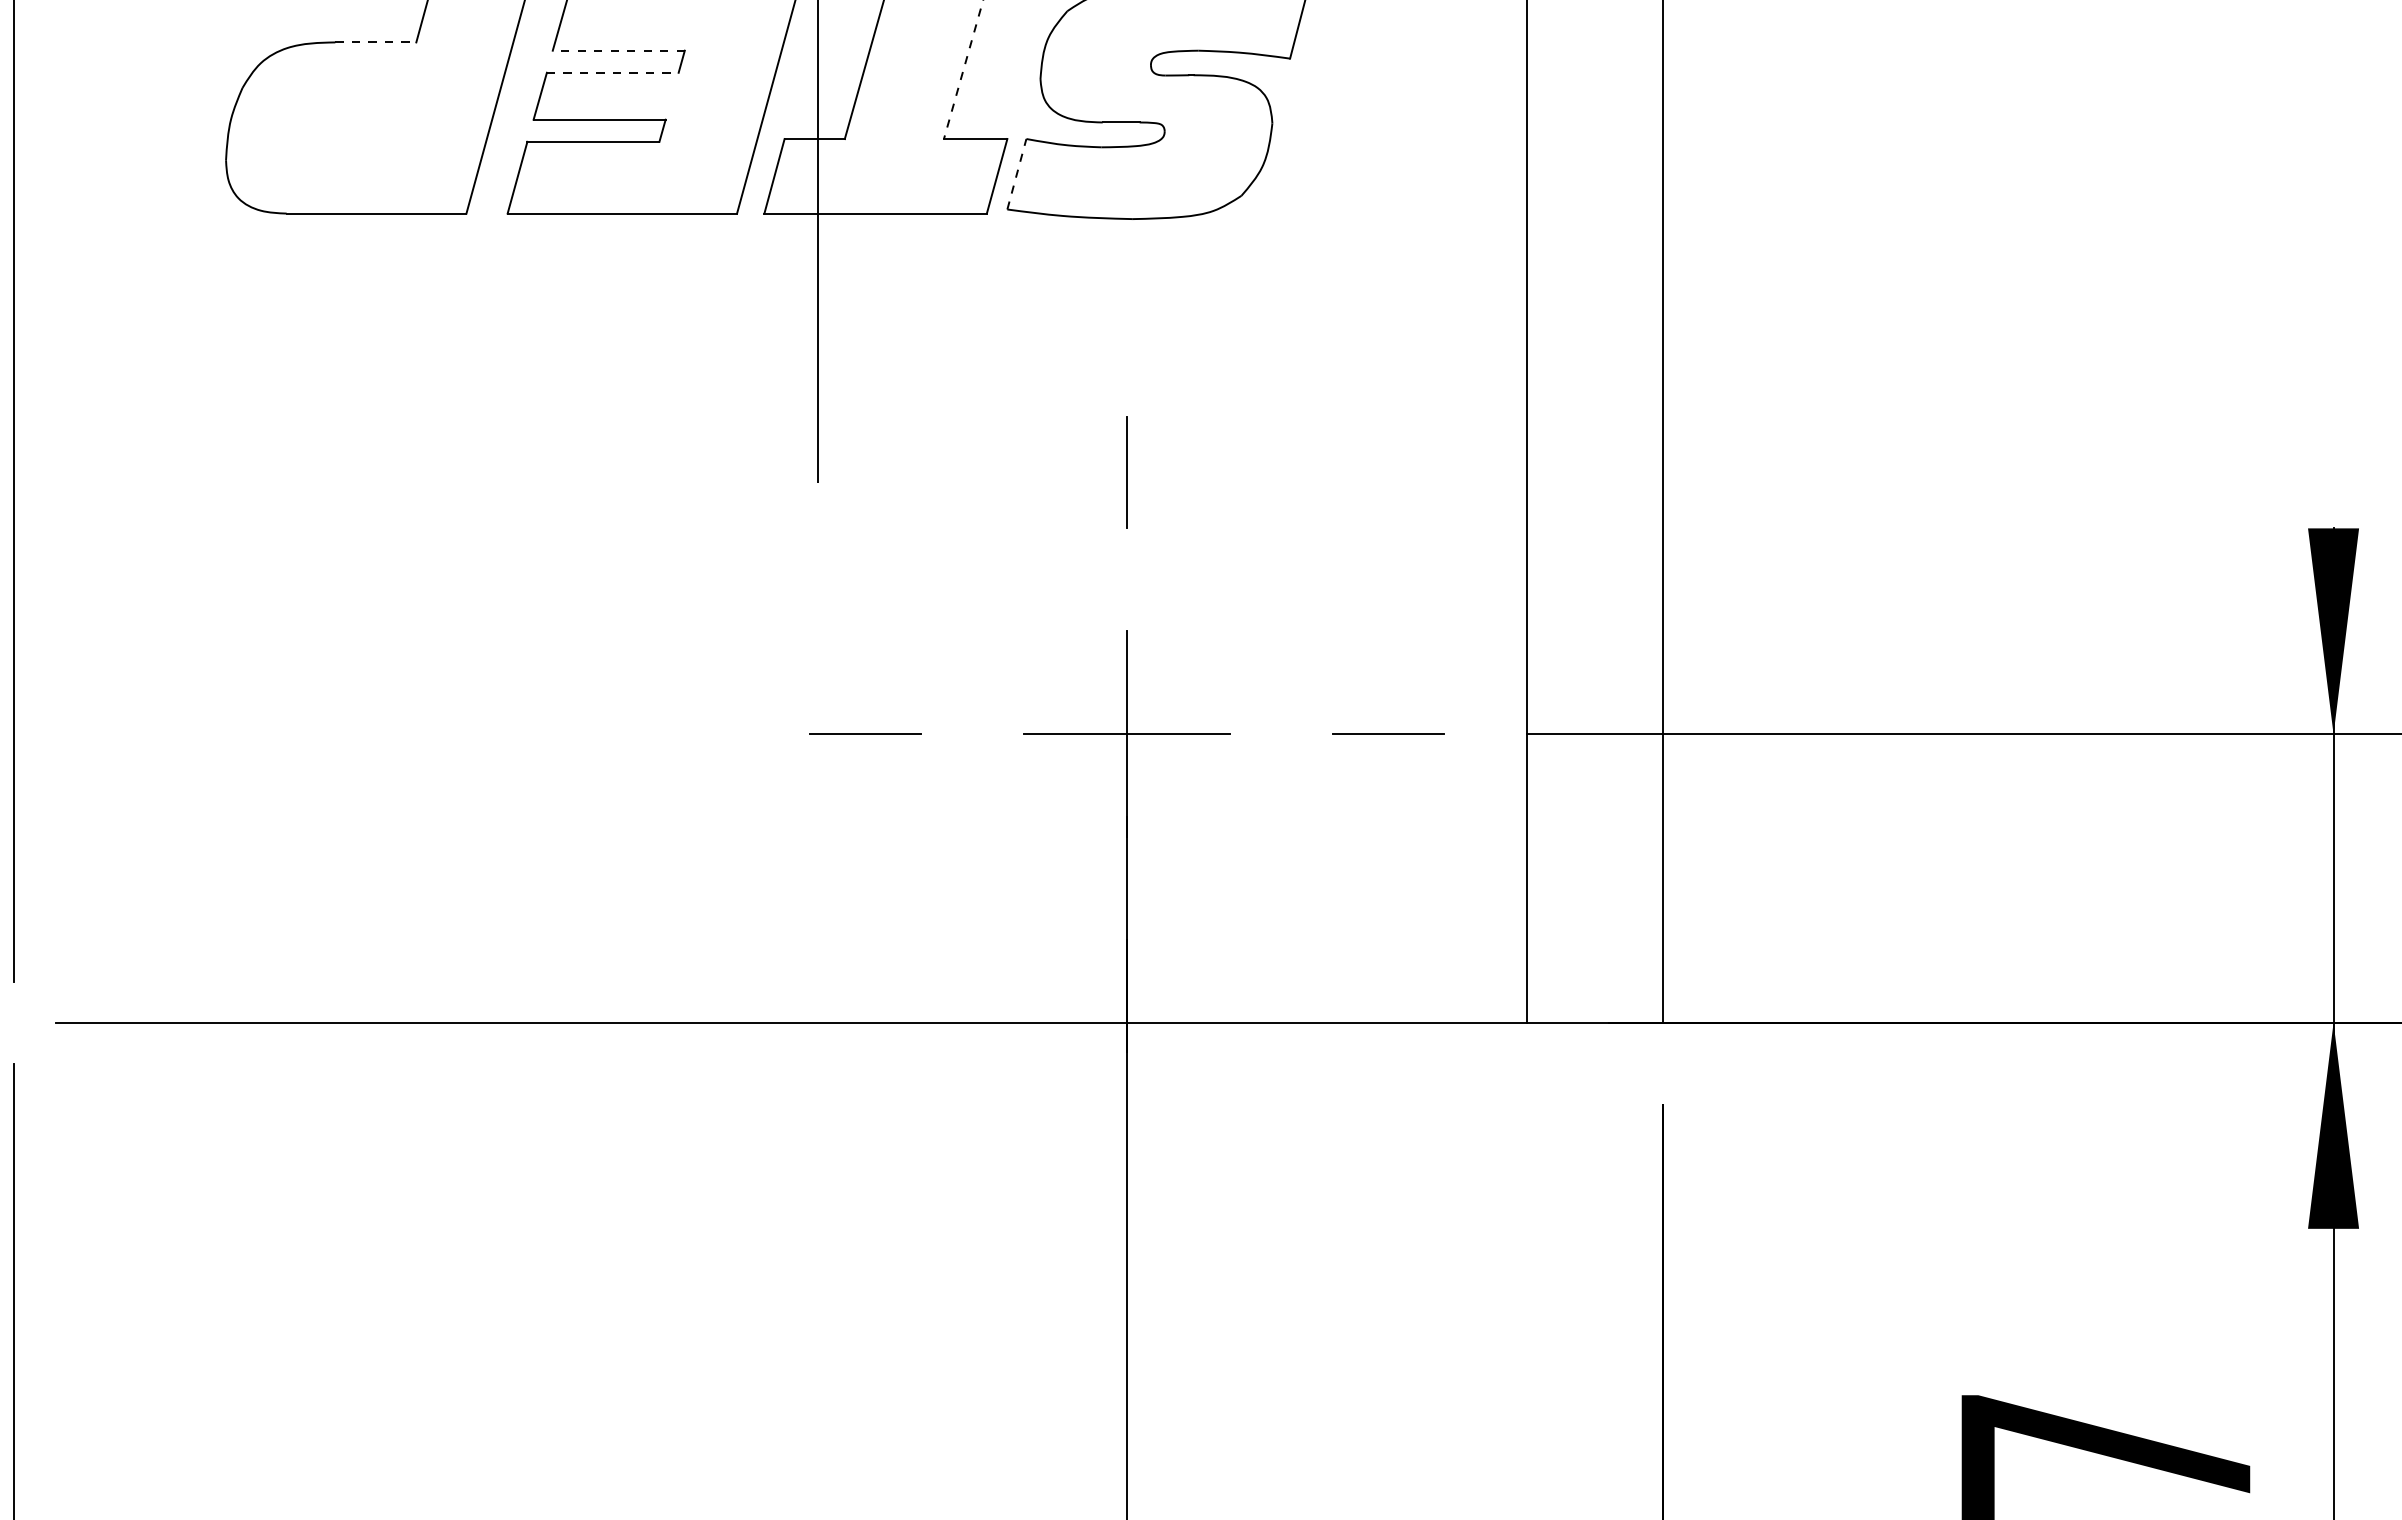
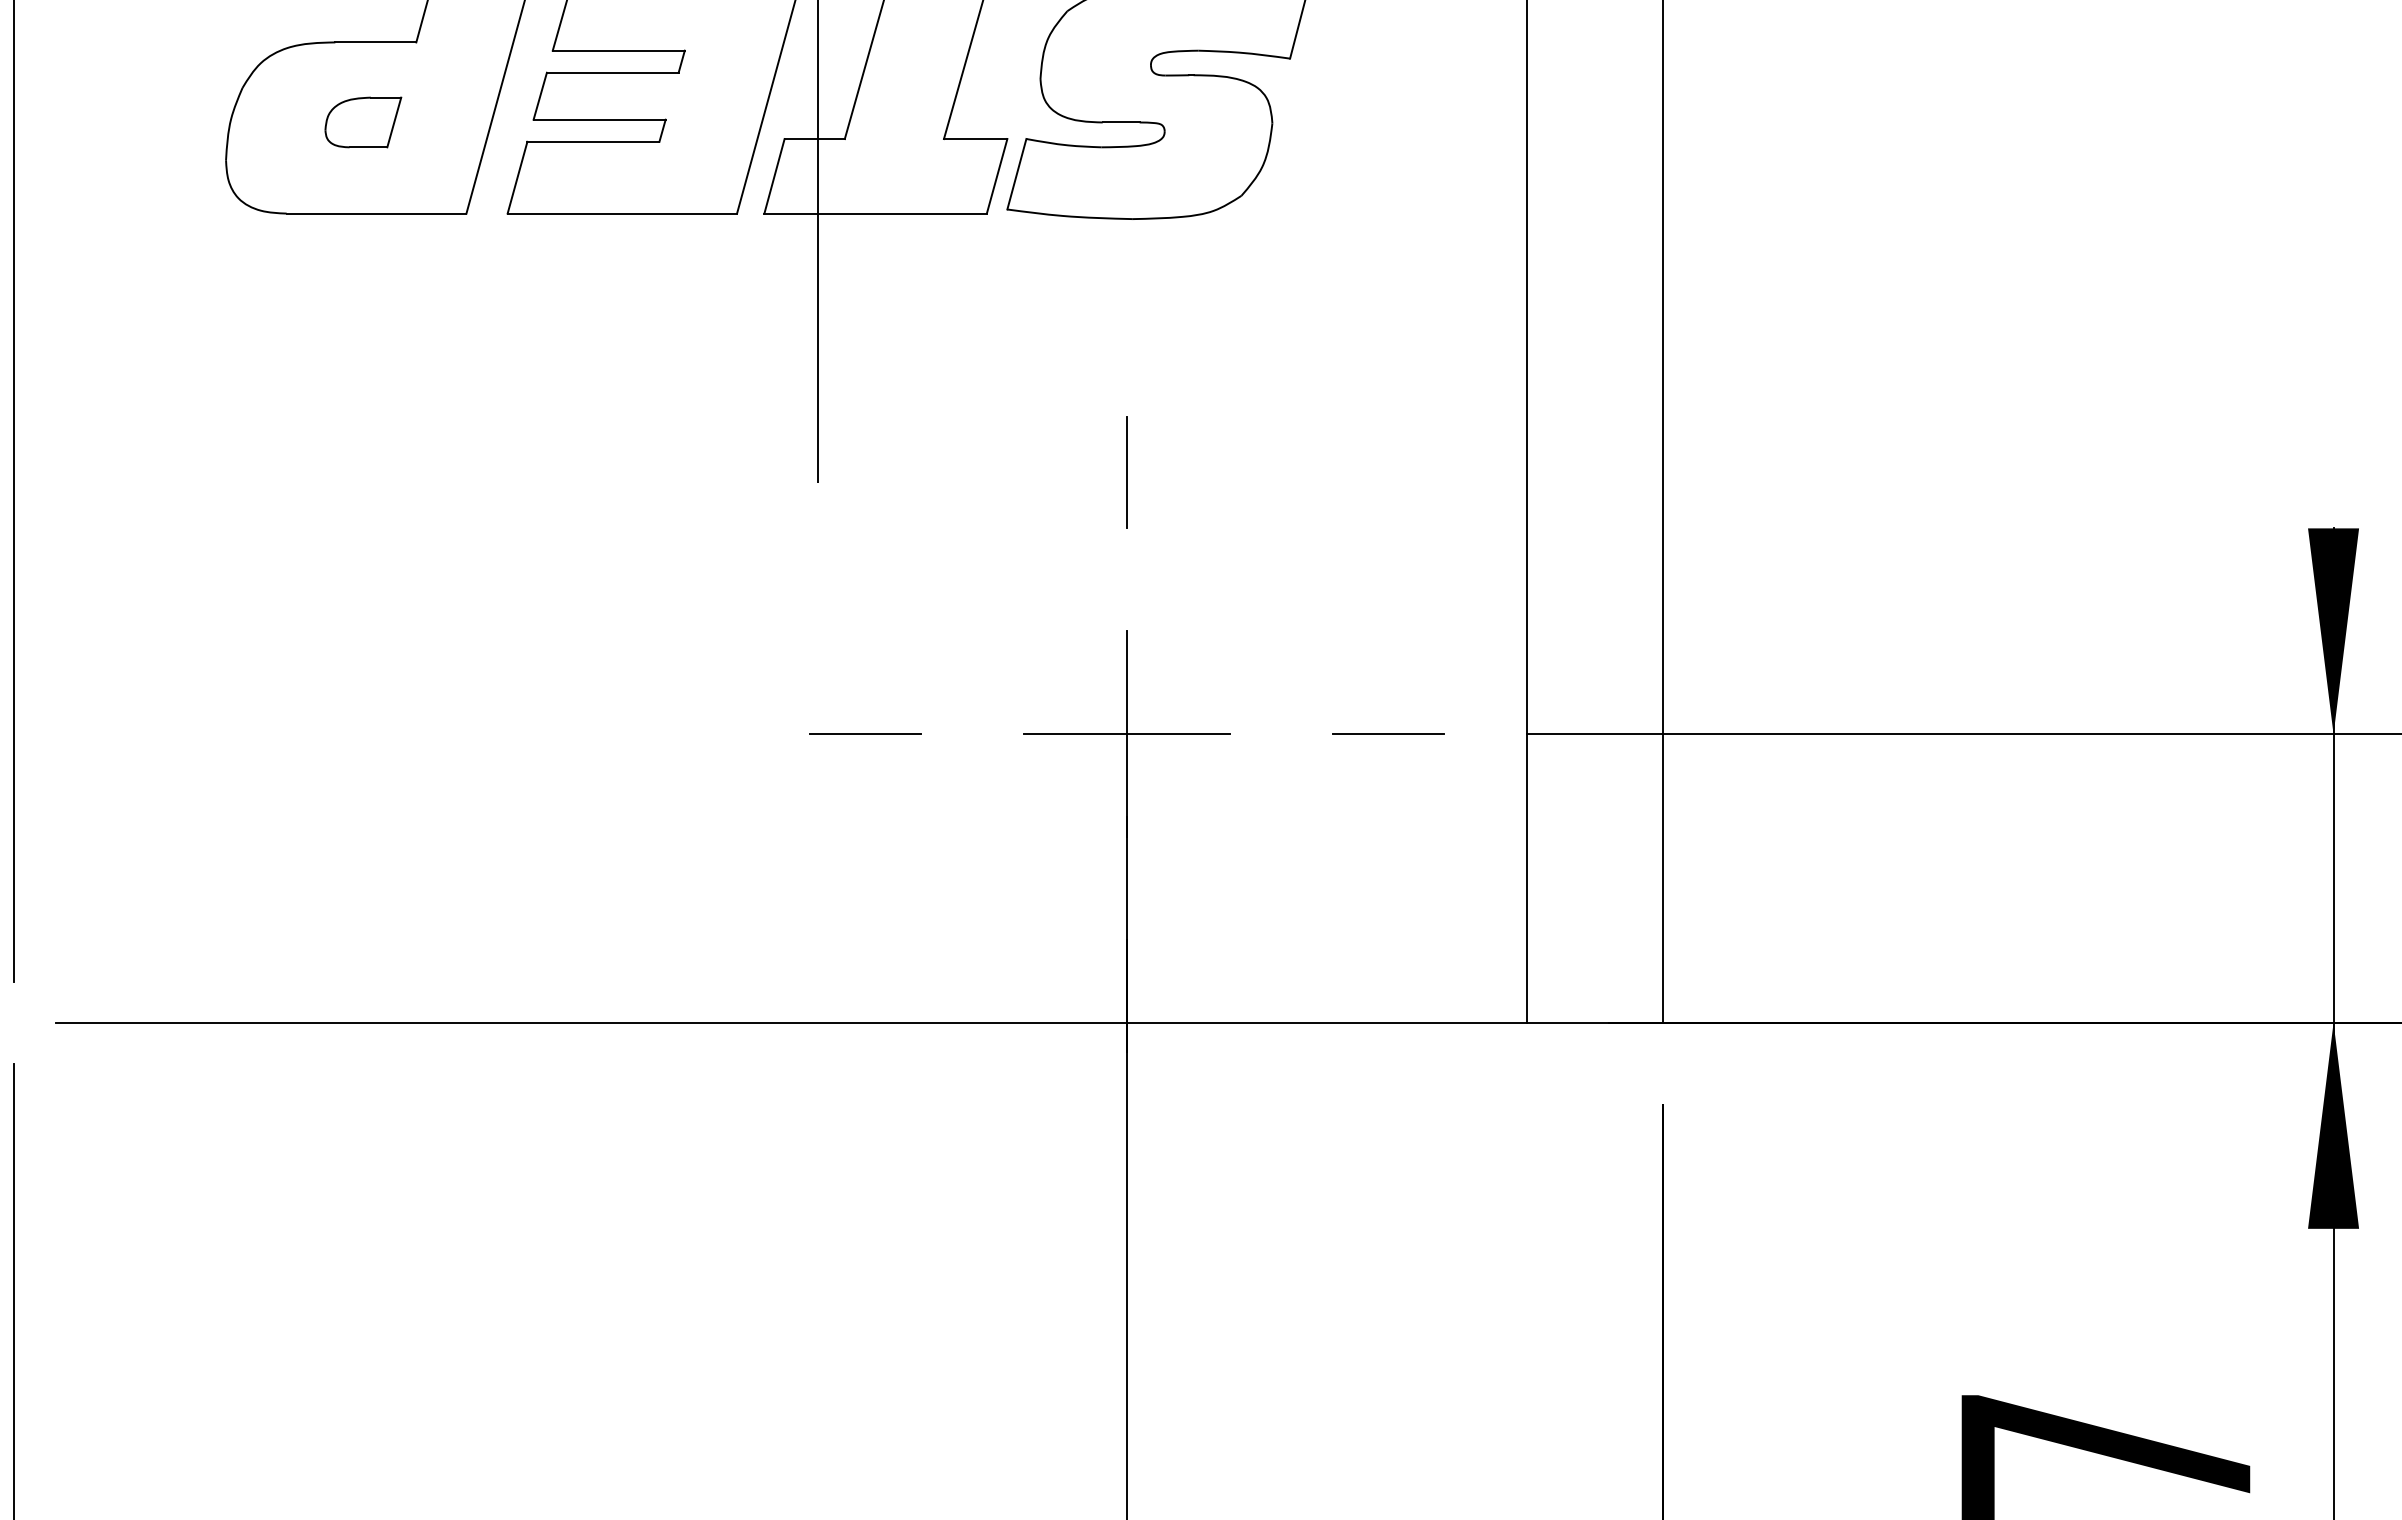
line at (376, 42): dashed -> solid
line at (618, 50): dashed -> solid
line at (963, 70): dashed -> solid
line at (612, 72): dashed -> solid
part at (363, 122): none -> present
line at (1016, 174): dashed -> solid
